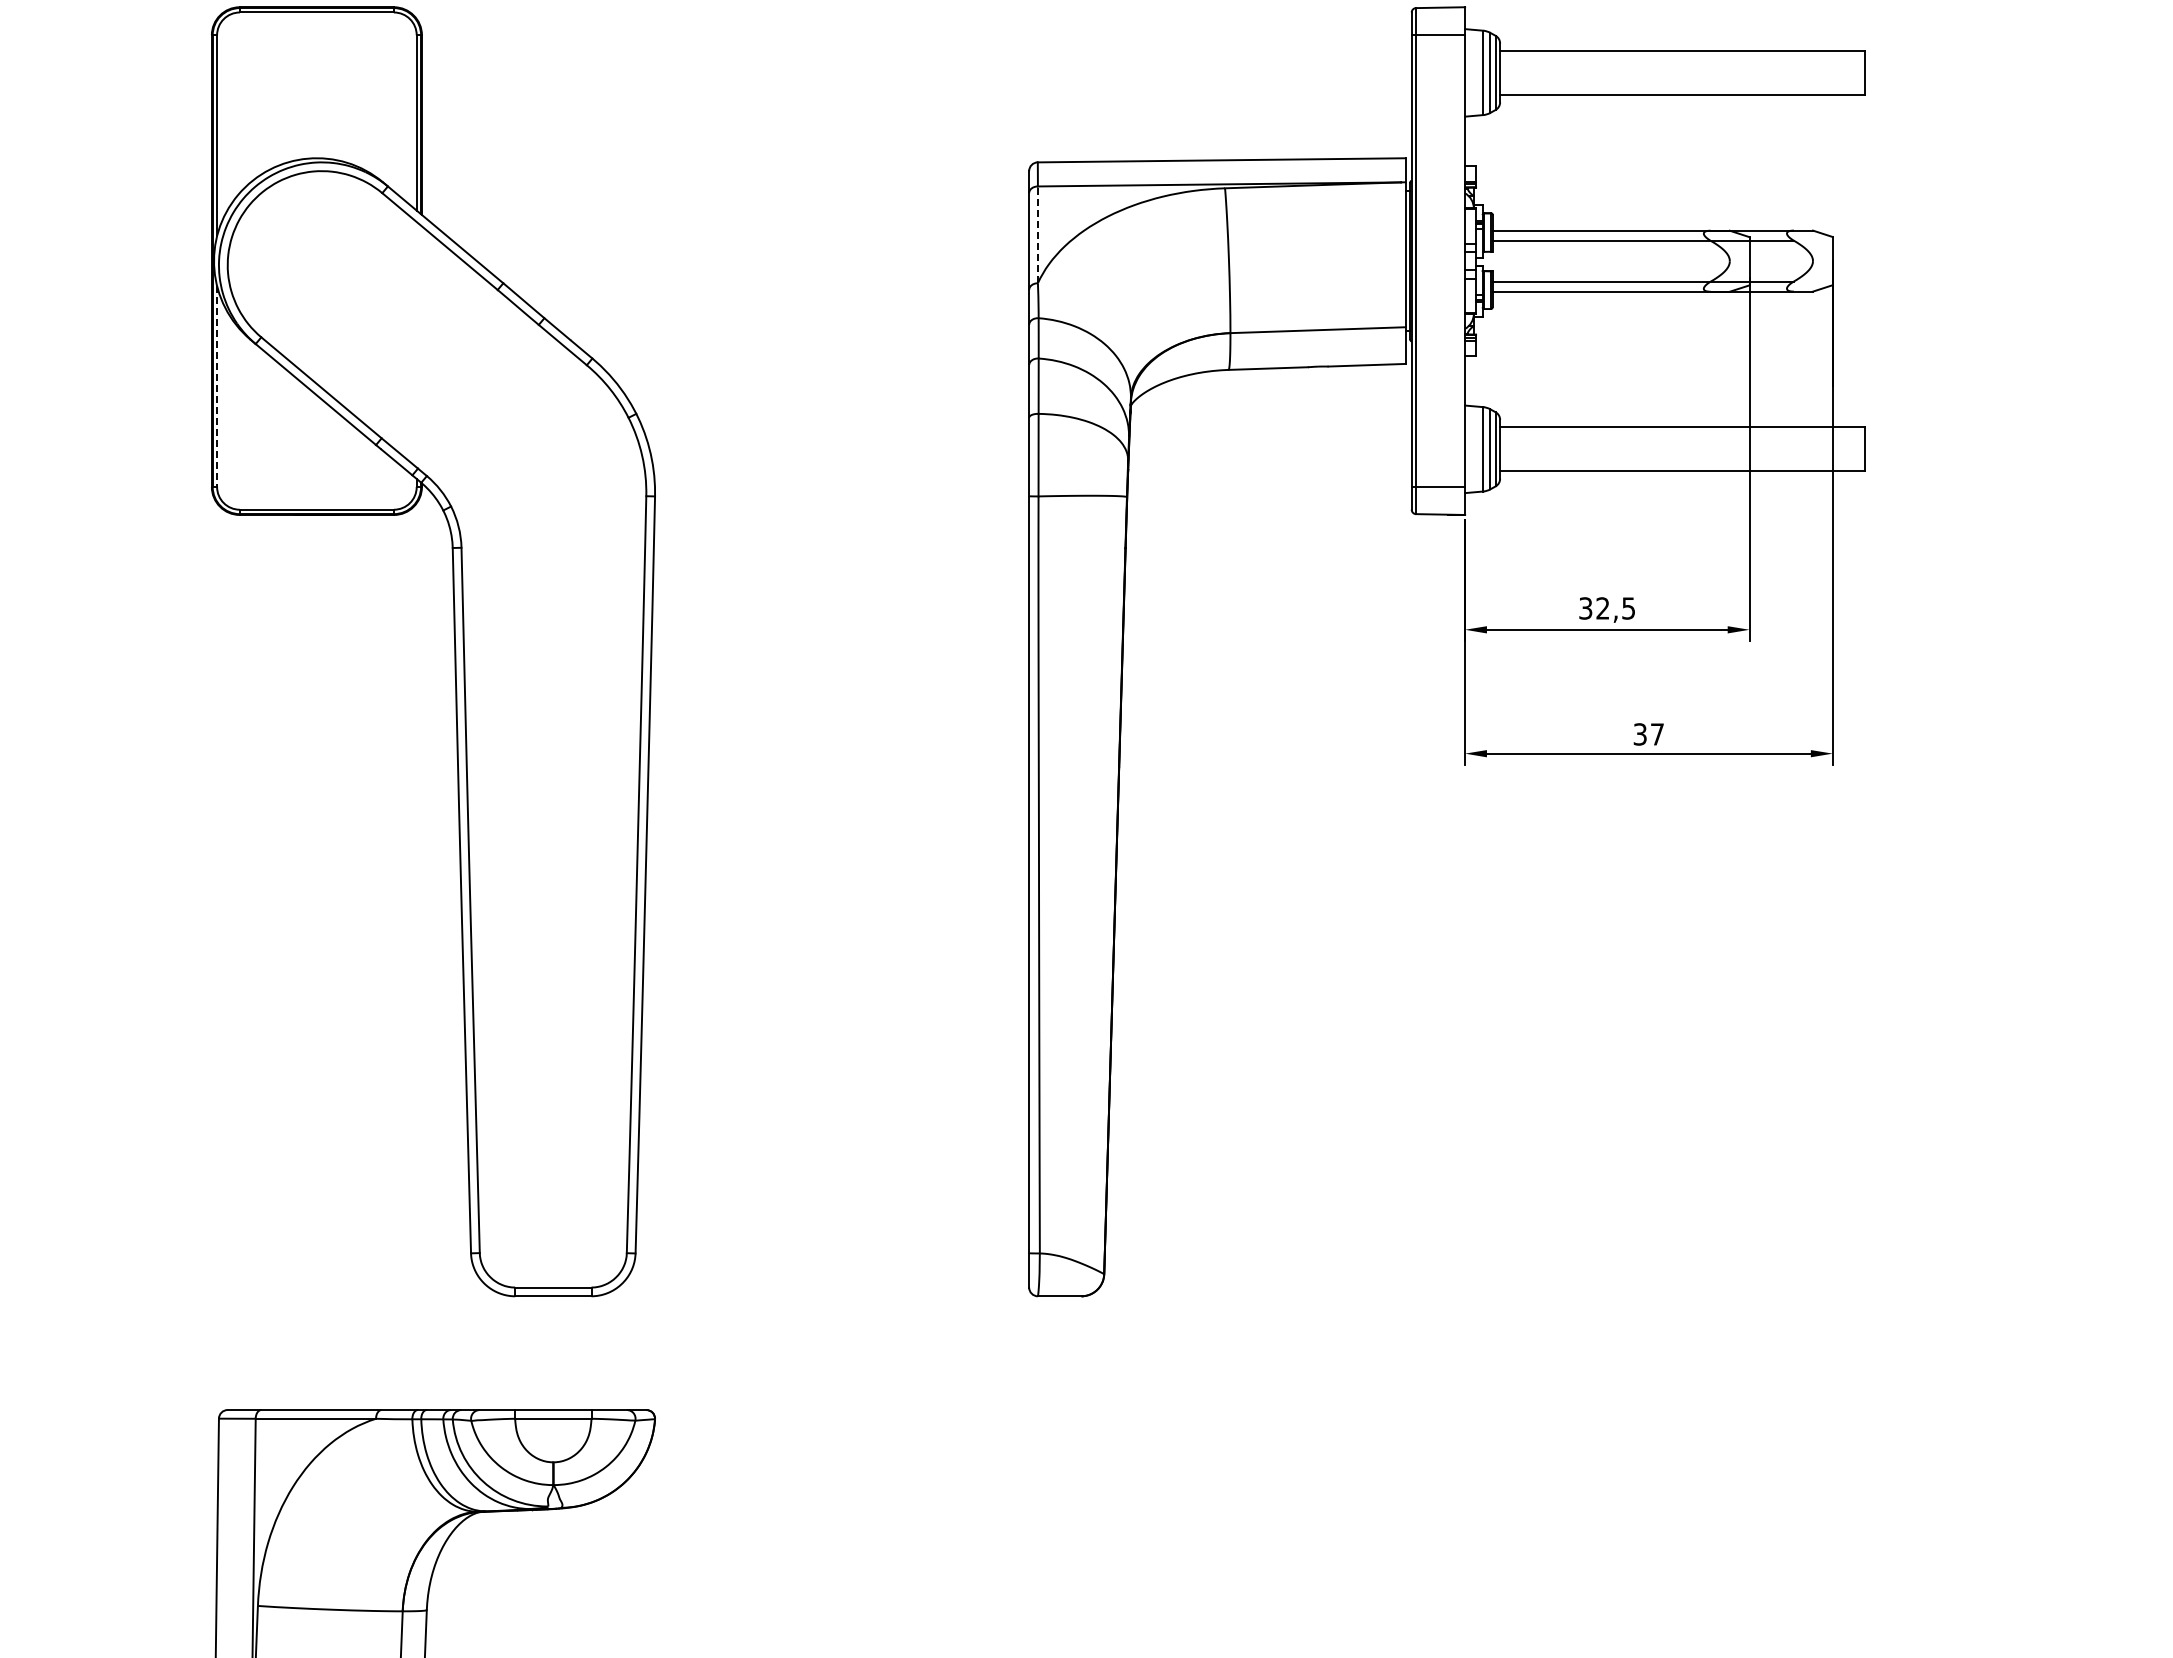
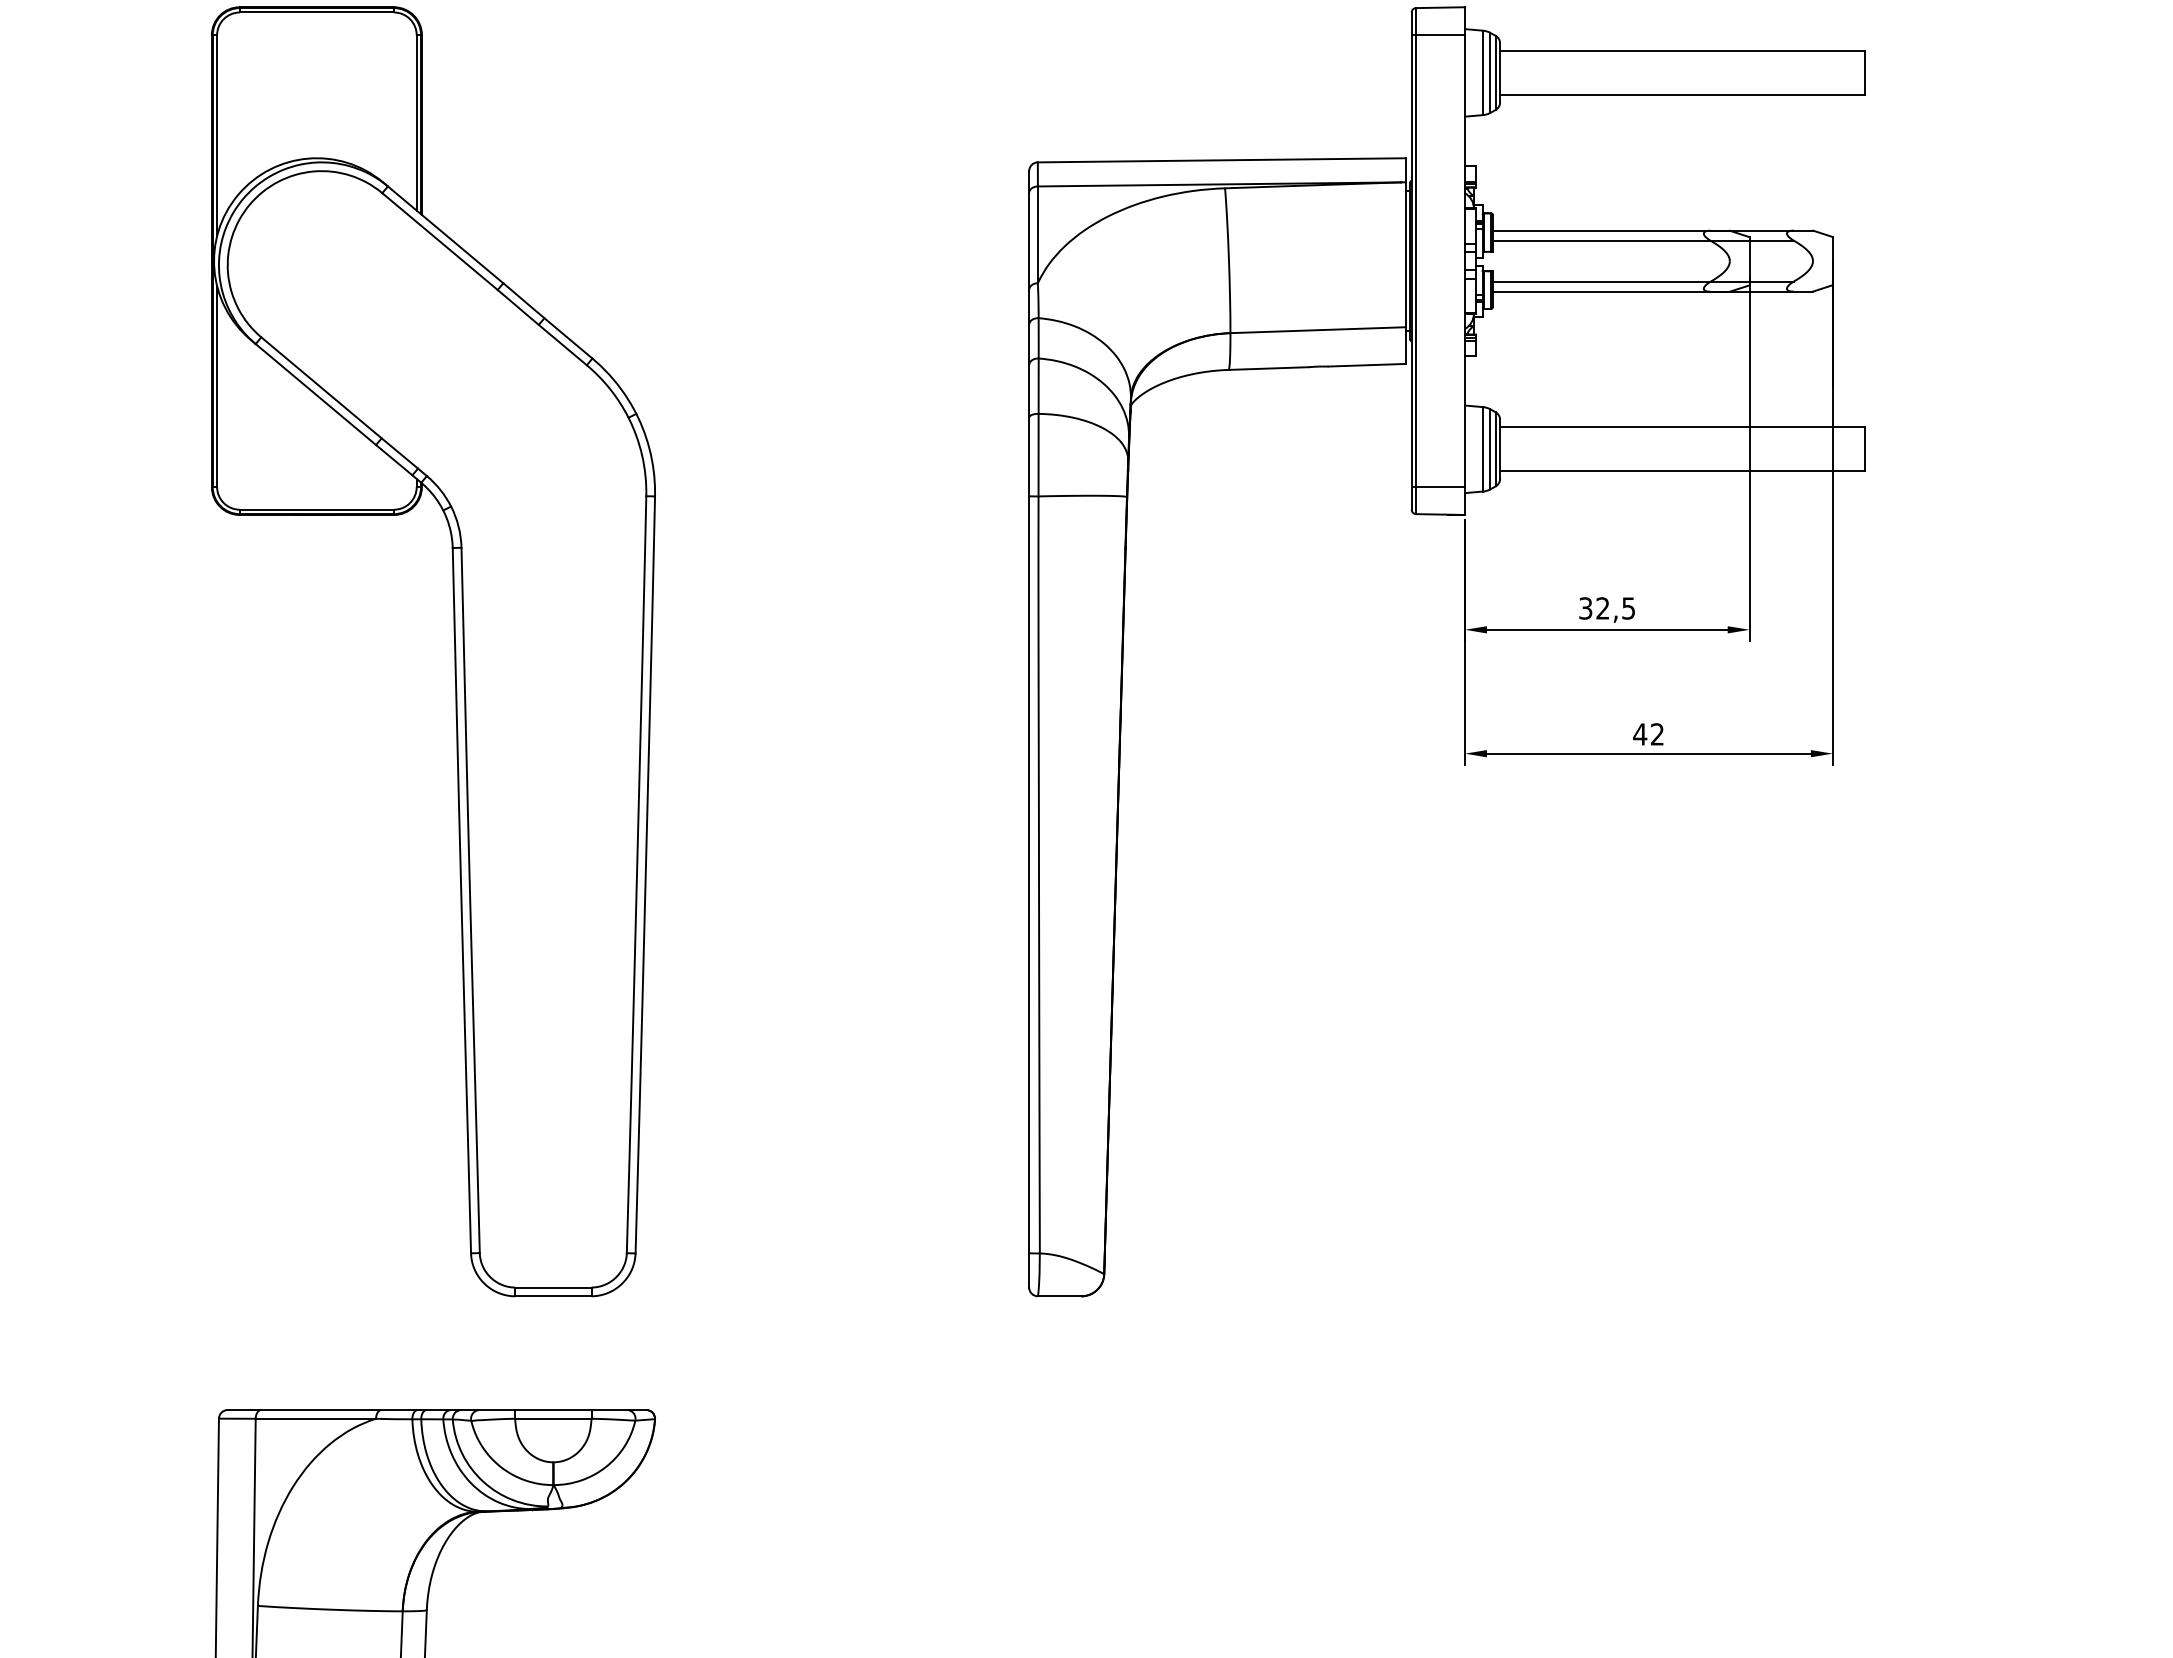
line at (1037, 234): dashed -> solid
line at (217, 386): dashed -> solid
text at (1648, 734): 37 -> 42
